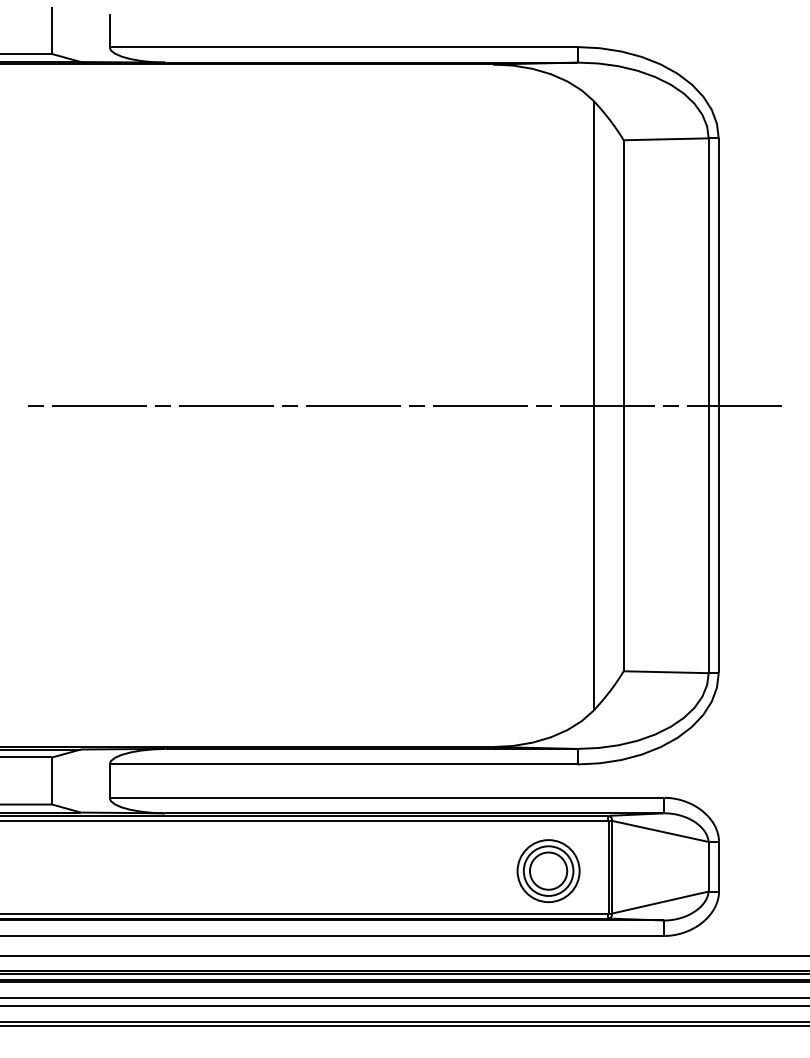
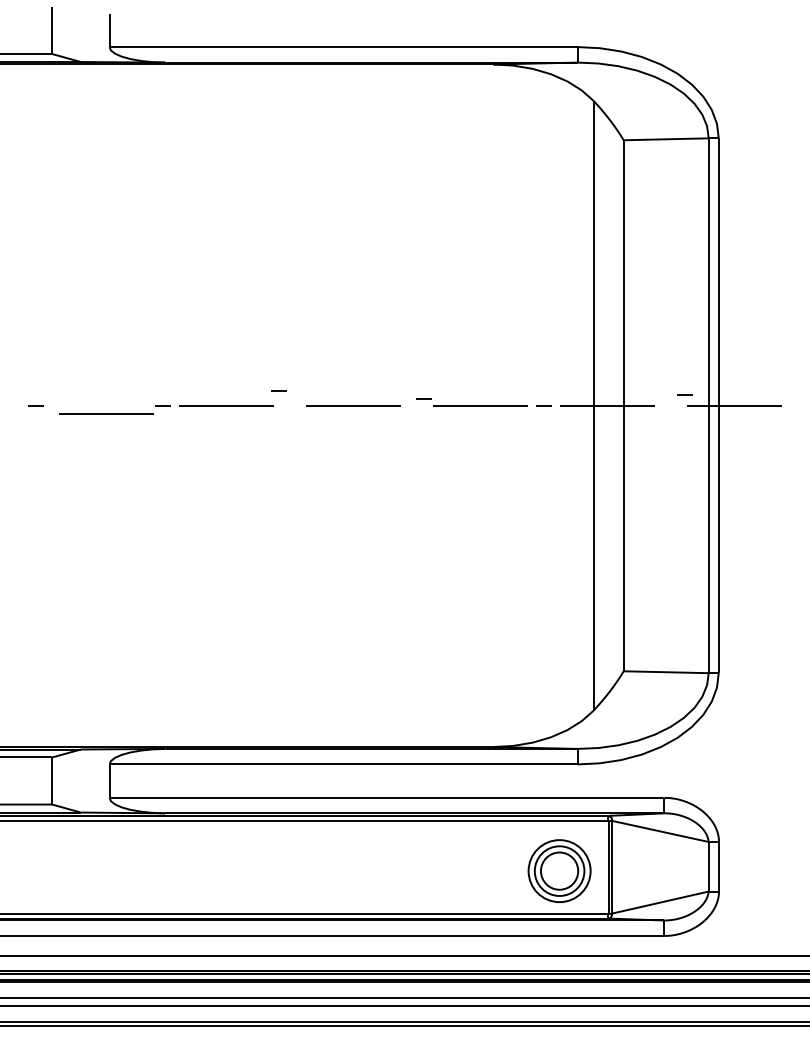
line at (99, 405) position: (99, 405) -> (106, 413)
line at (289, 405) position: (289, 405) -> (278, 390)
line at (416, 405) position: (416, 405) -> (423, 398)
line at (670, 405) position: (670, 405) -> (684, 394)
part at (548, 870) position: (548, 870) -> (559, 870)
